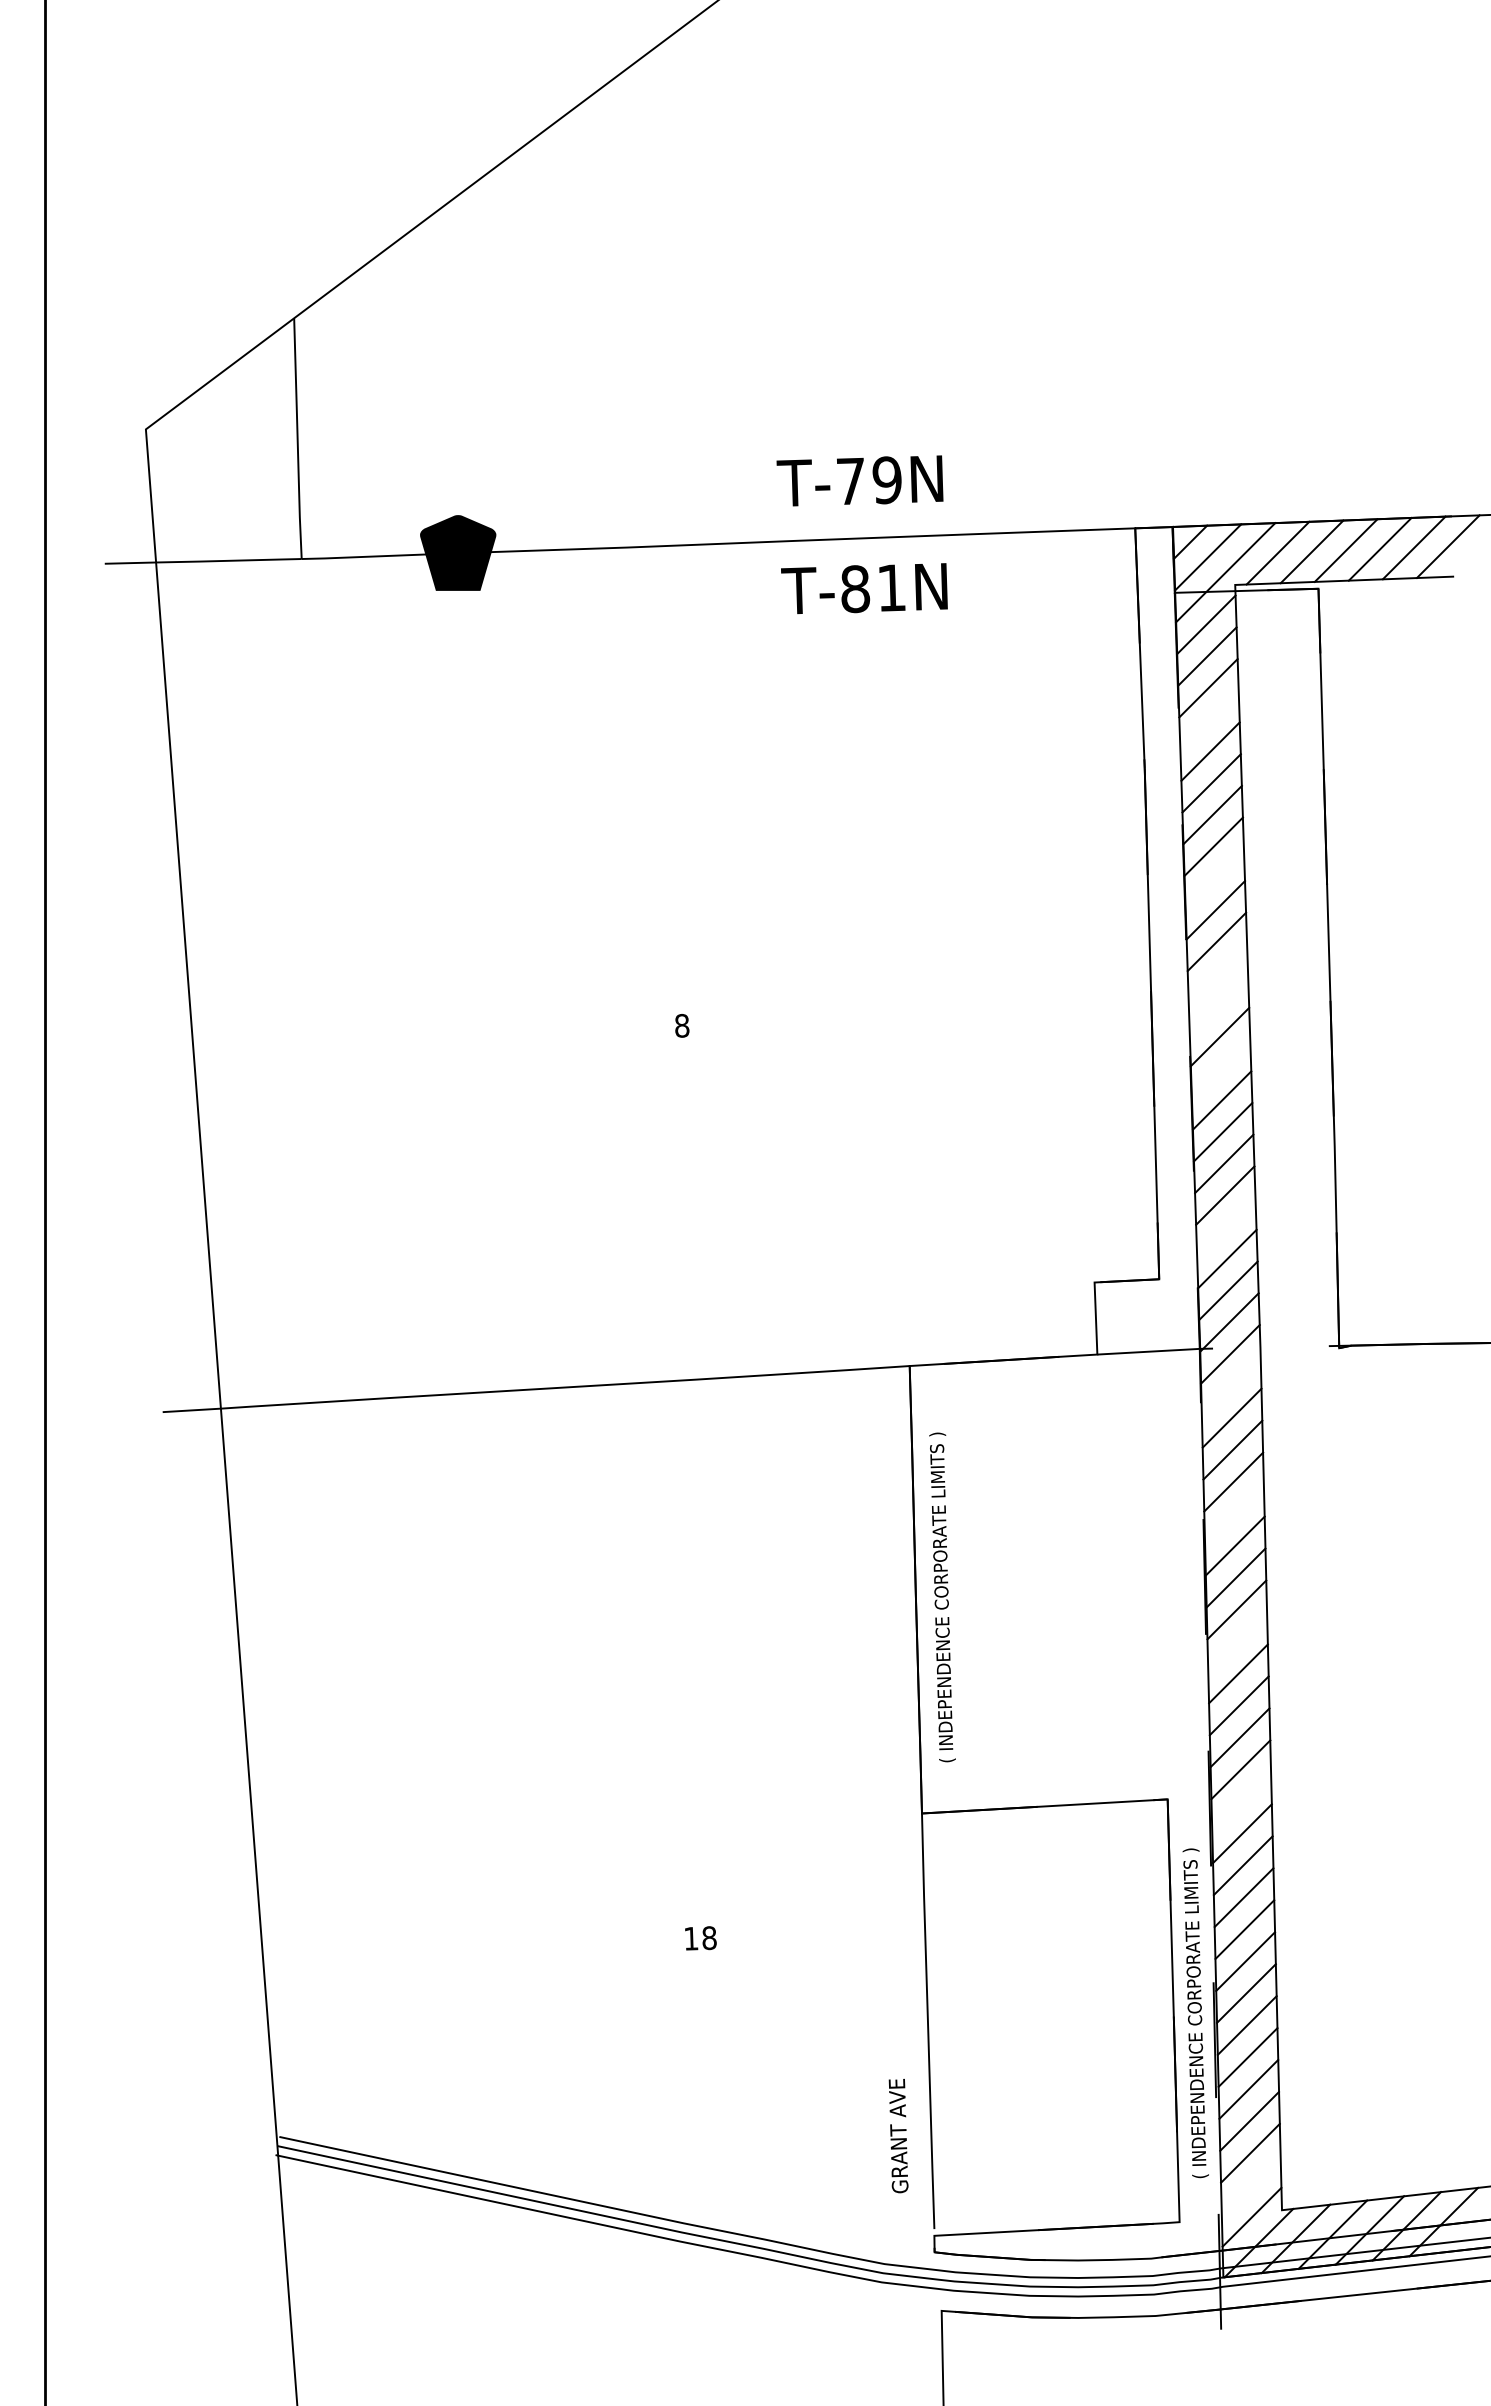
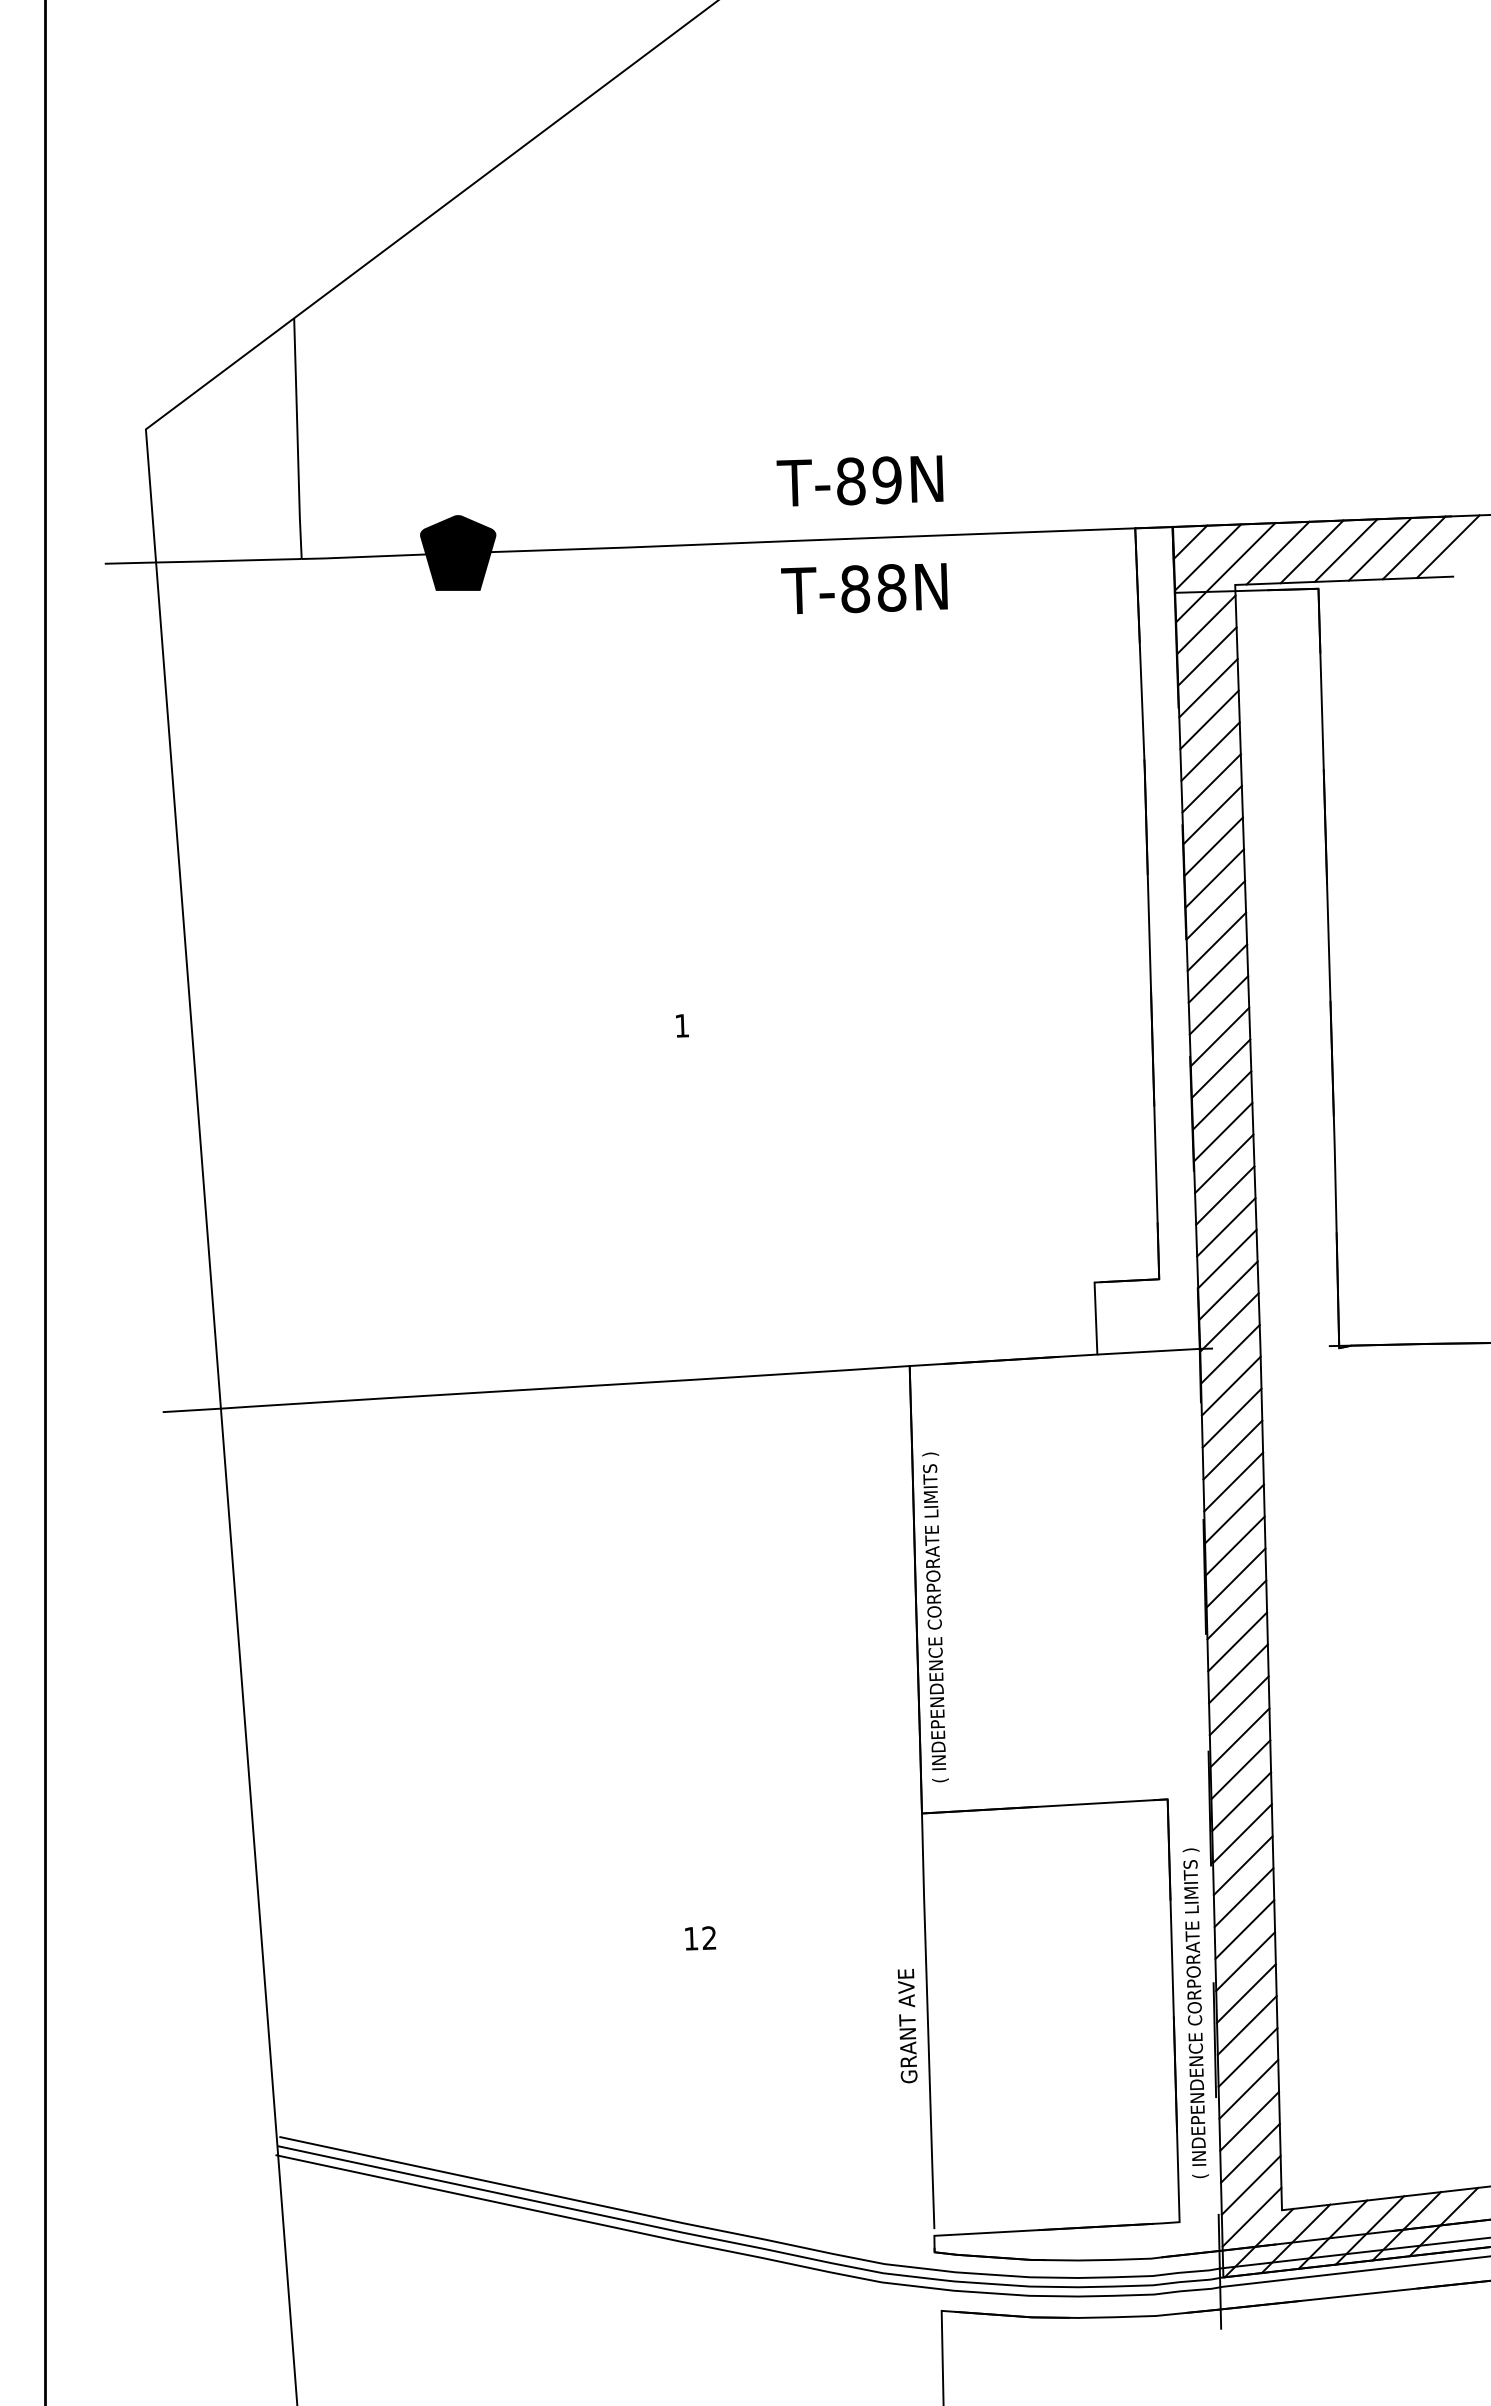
text at (851, 481): T-79N -> T-89N
text at (891, 587): T-81N -> T-88N
line at (1209, 719): none -> present
line at (1214, 878): none -> present
line at (1217, 973): none -> present
line at (1218, 1005): none -> present
text at (682, 1025): 8 -> 1
line at (1221, 1068): none -> present
line at (1226, 1227): none -> present
line at (1230, 1385): none -> present
line at (1234, 1513): none -> present
text at (942, 1597) position: (942, 1597) -> (935, 1617)
line at (1237, 1641): none -> present
line at (1241, 1801): none -> present
text at (709, 1938): 18 -> 12
text at (898, 2136) position: (898, 2136) -> (907, 2026)
line at (1250, 2184): none -> present
